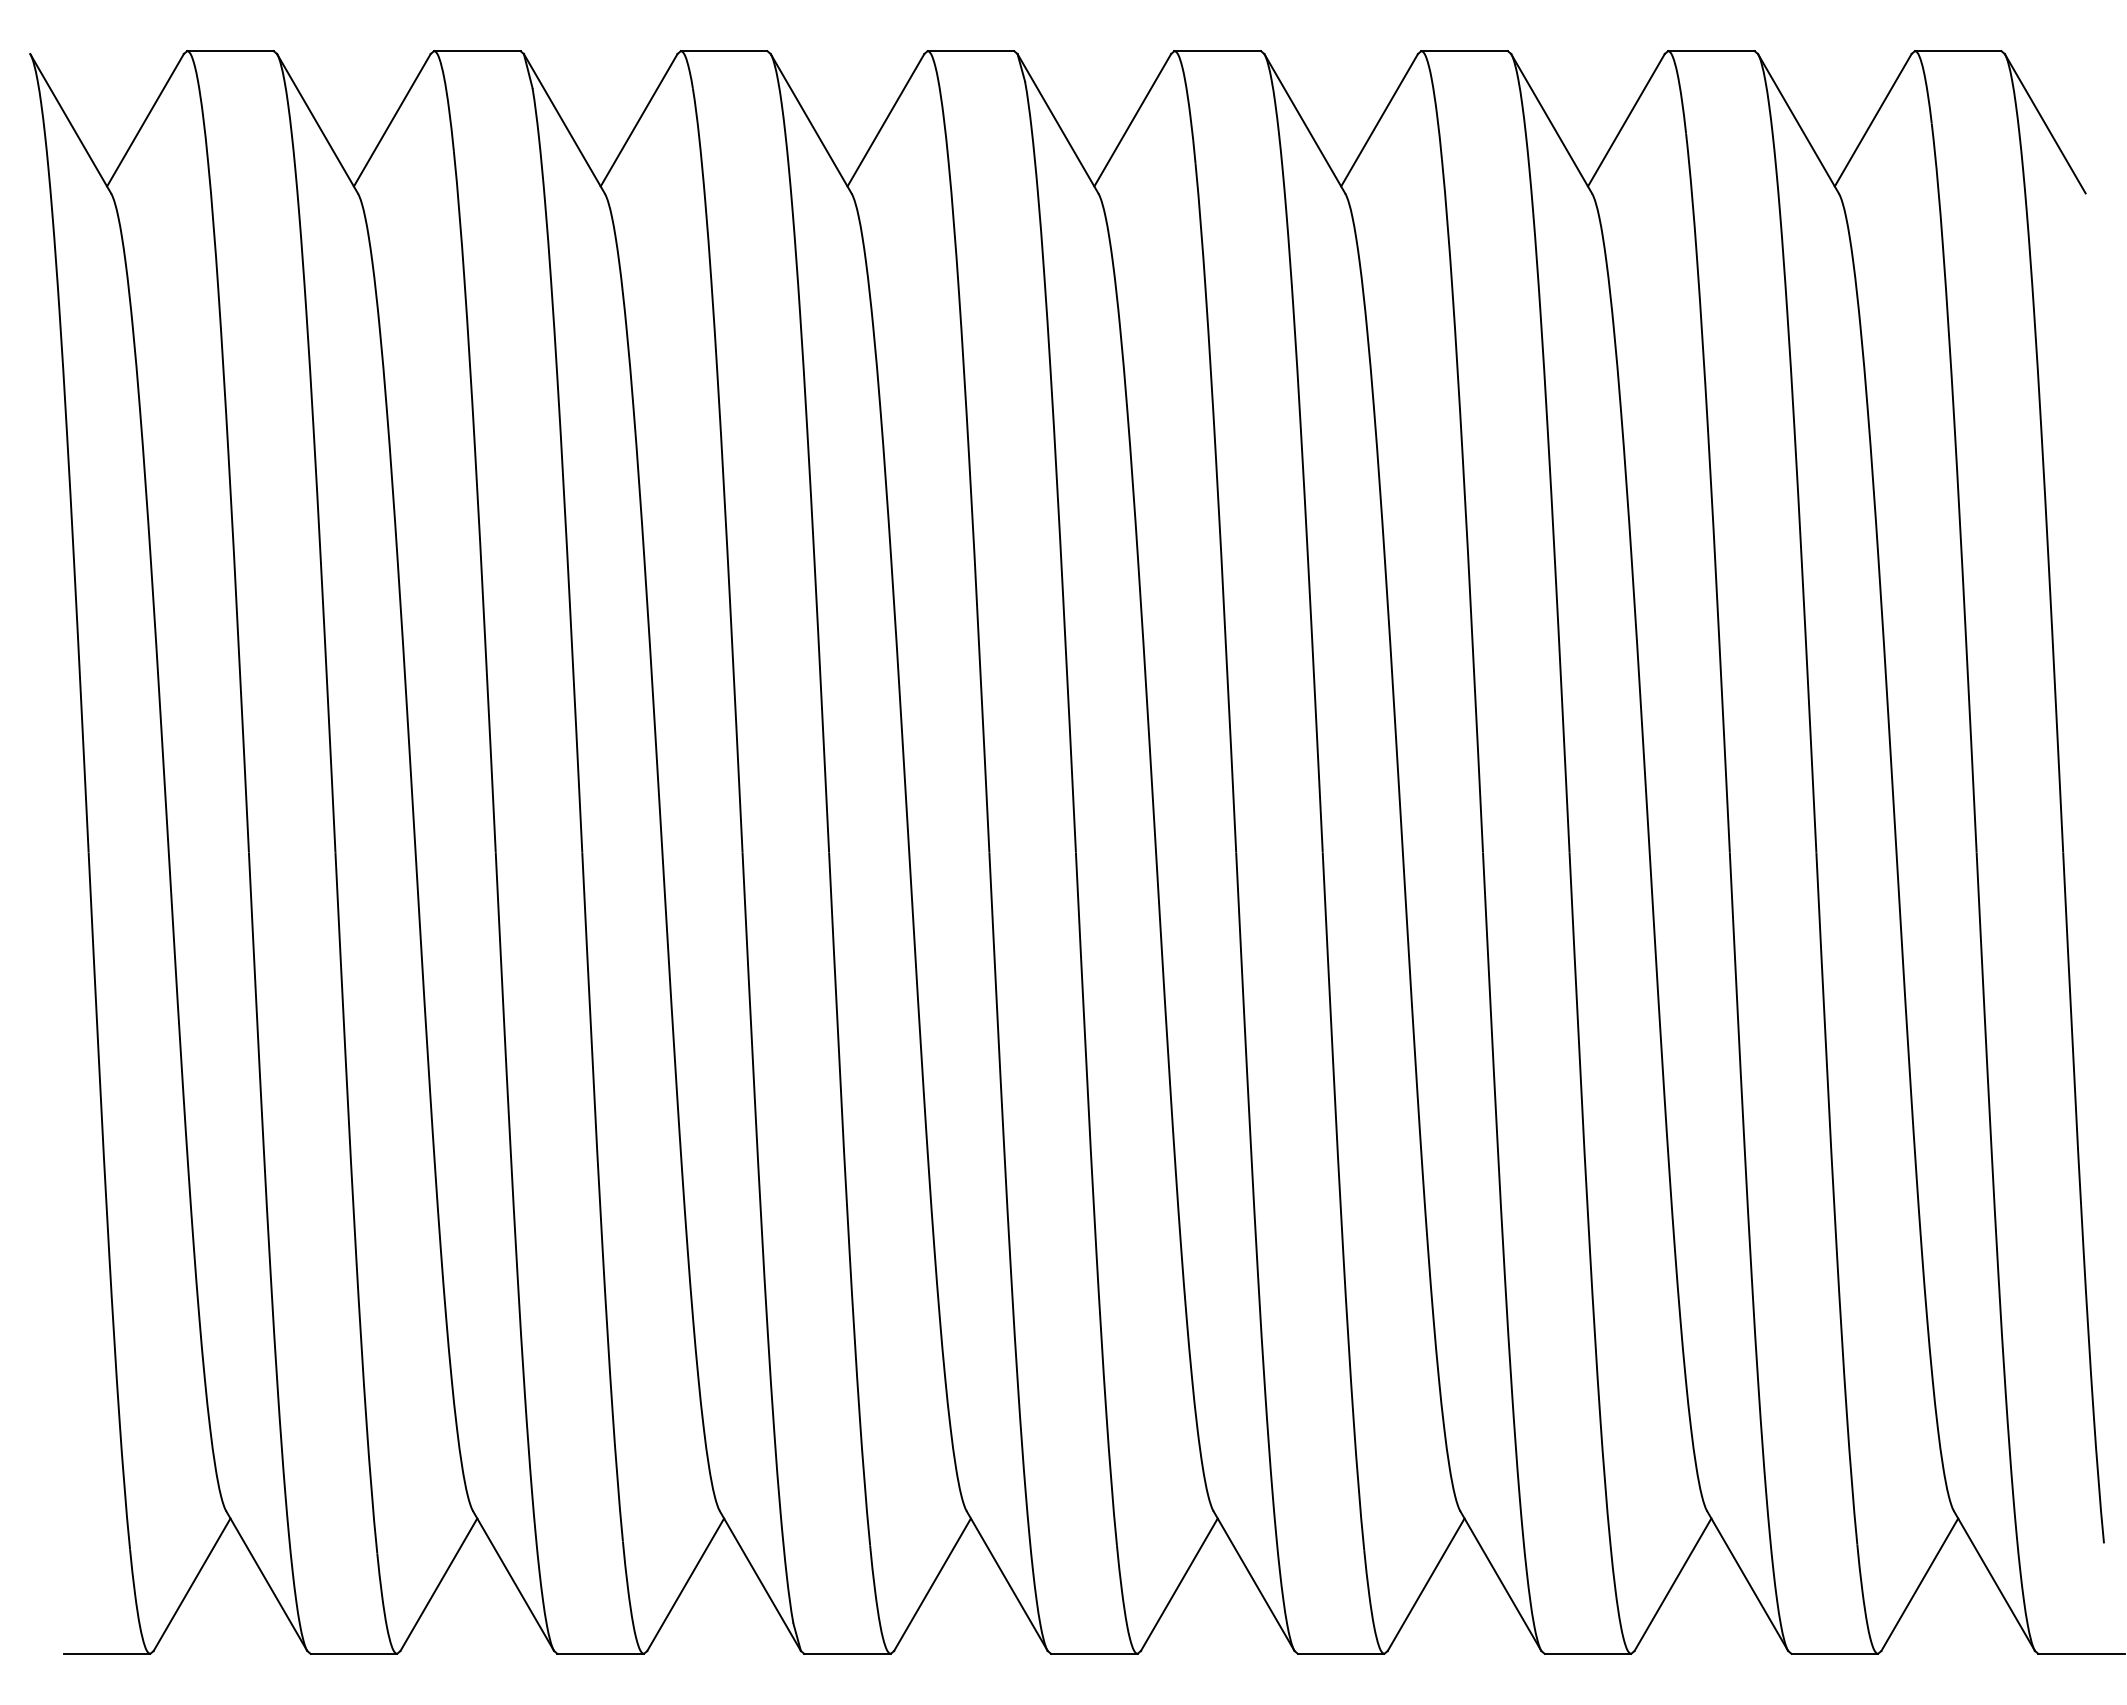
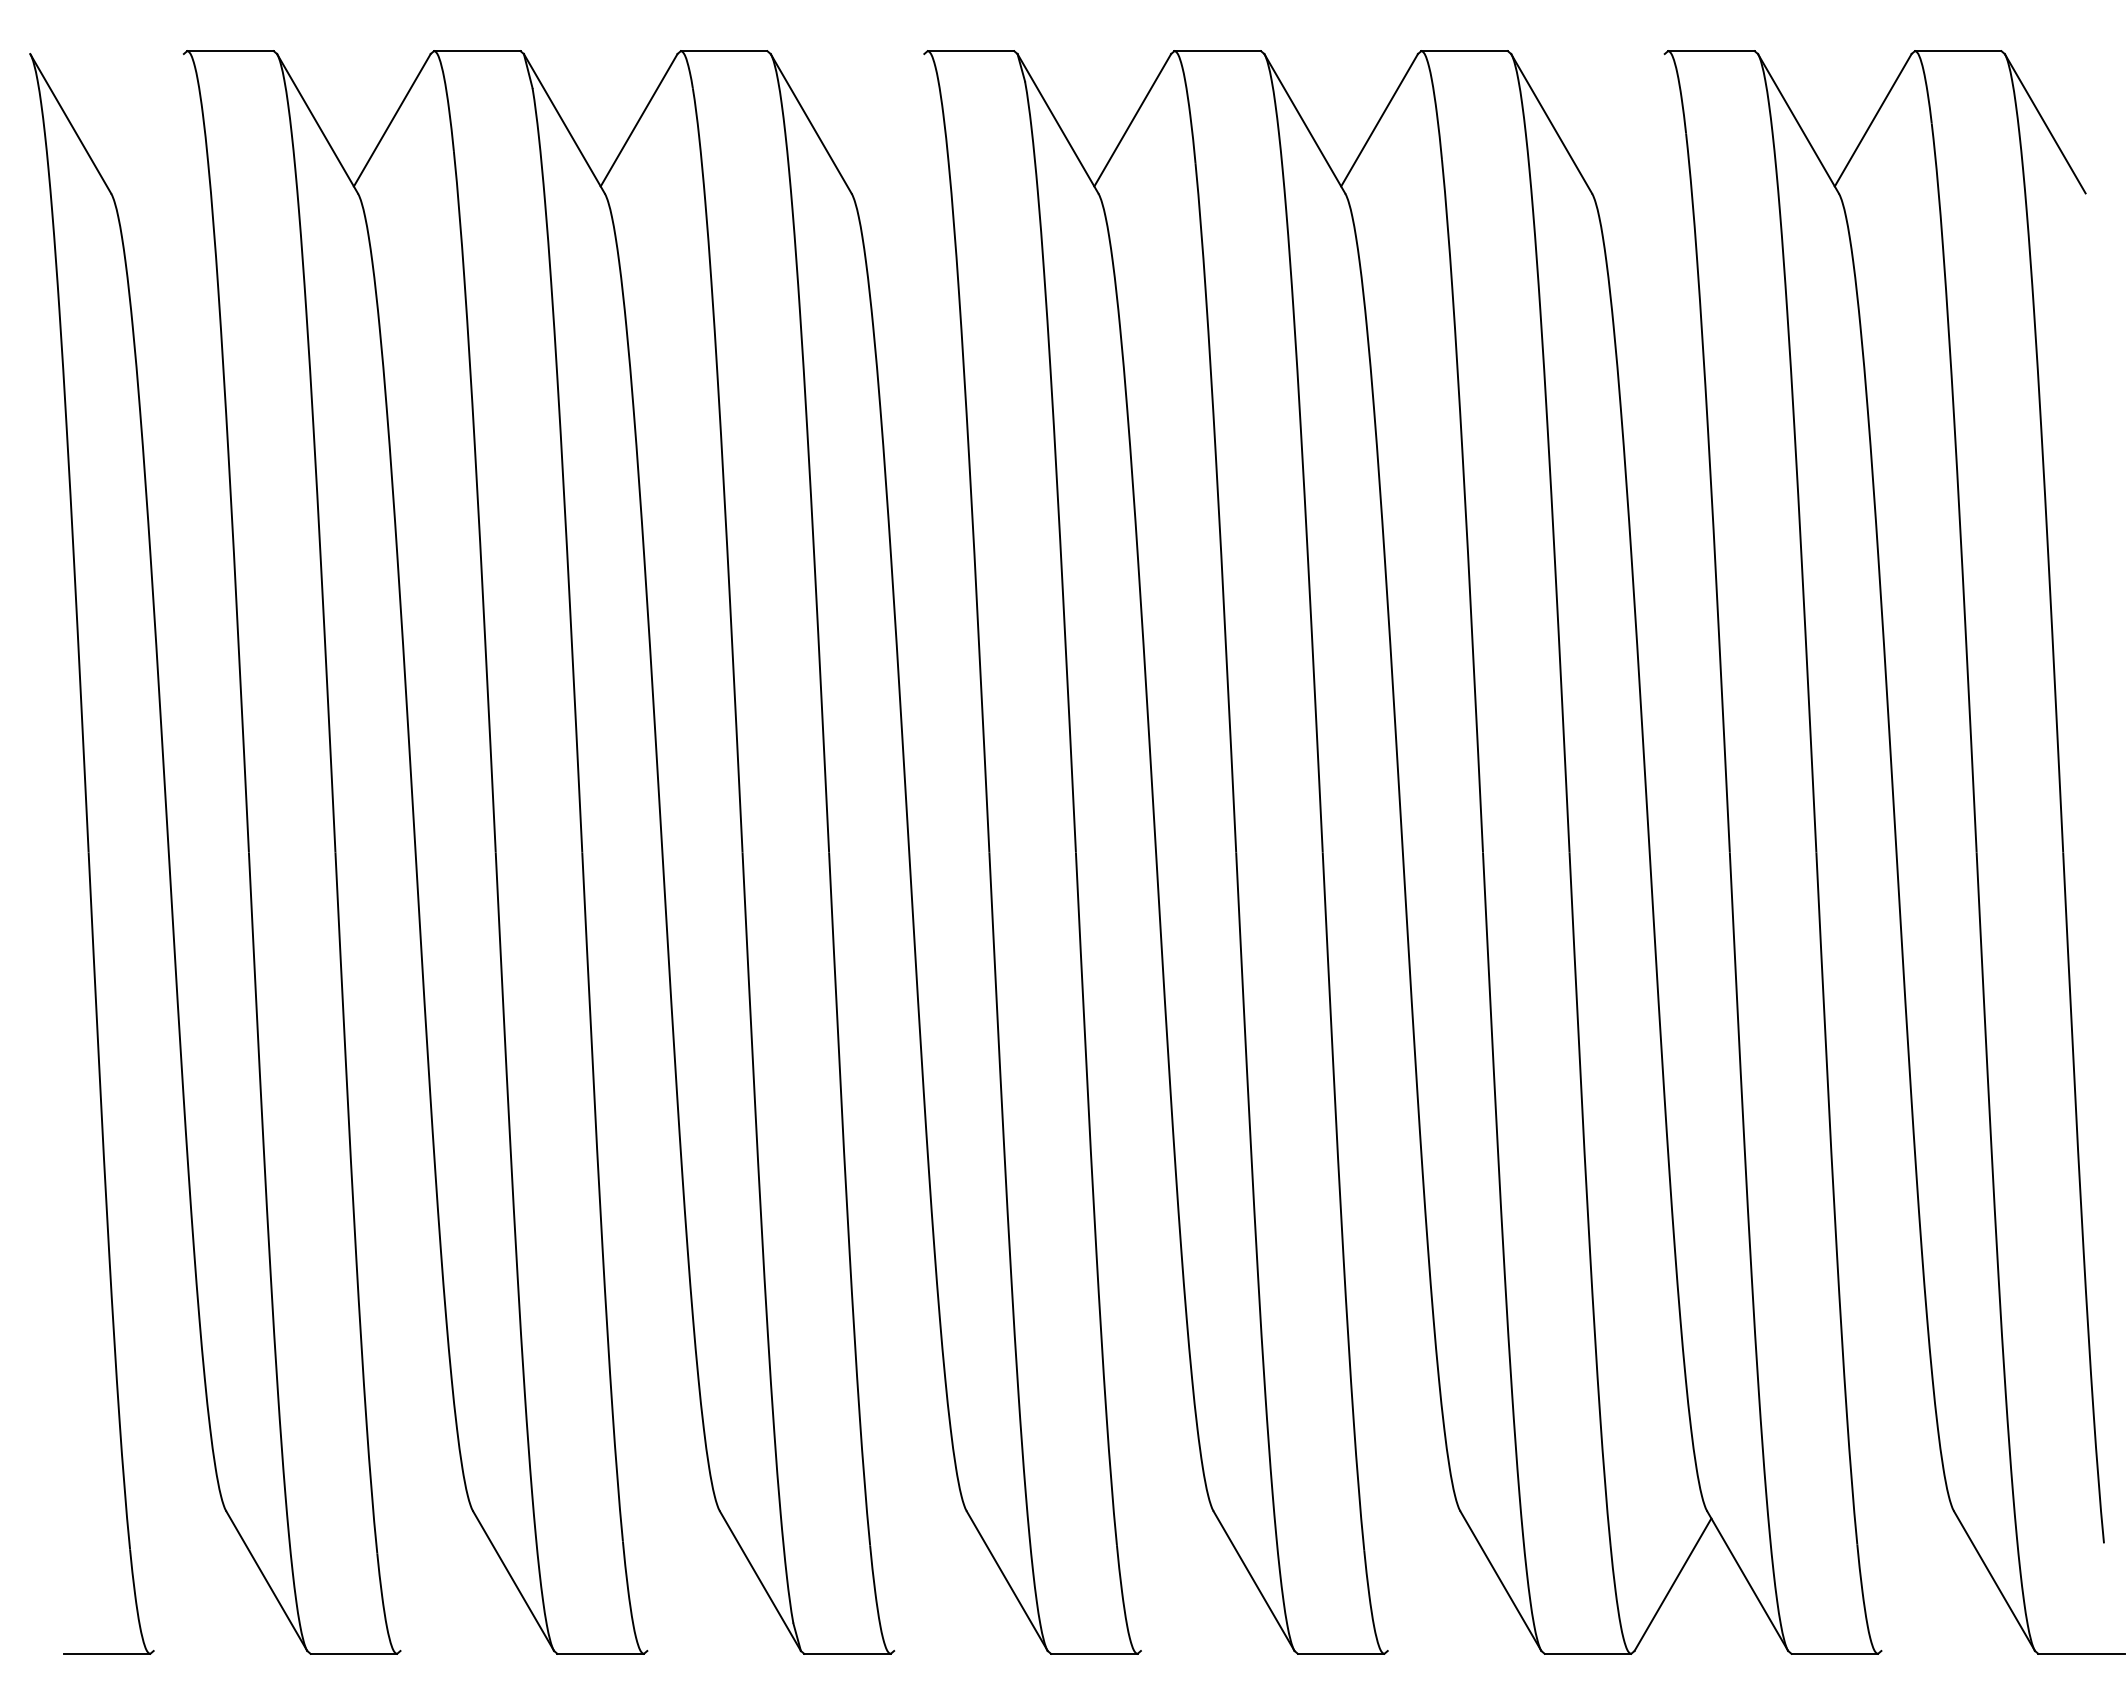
line at (145, 120): present -> none
line at (885, 120): present -> none
line at (1625, 120): present -> none
line at (191, 1584): present -> none
line at (438, 1584): present -> none
line at (685, 1584): present -> none
line at (932, 1584): present -> none
line at (1178, 1584): present -> none
line at (1425, 1584): present -> none
line at (1919, 1584): present -> none
